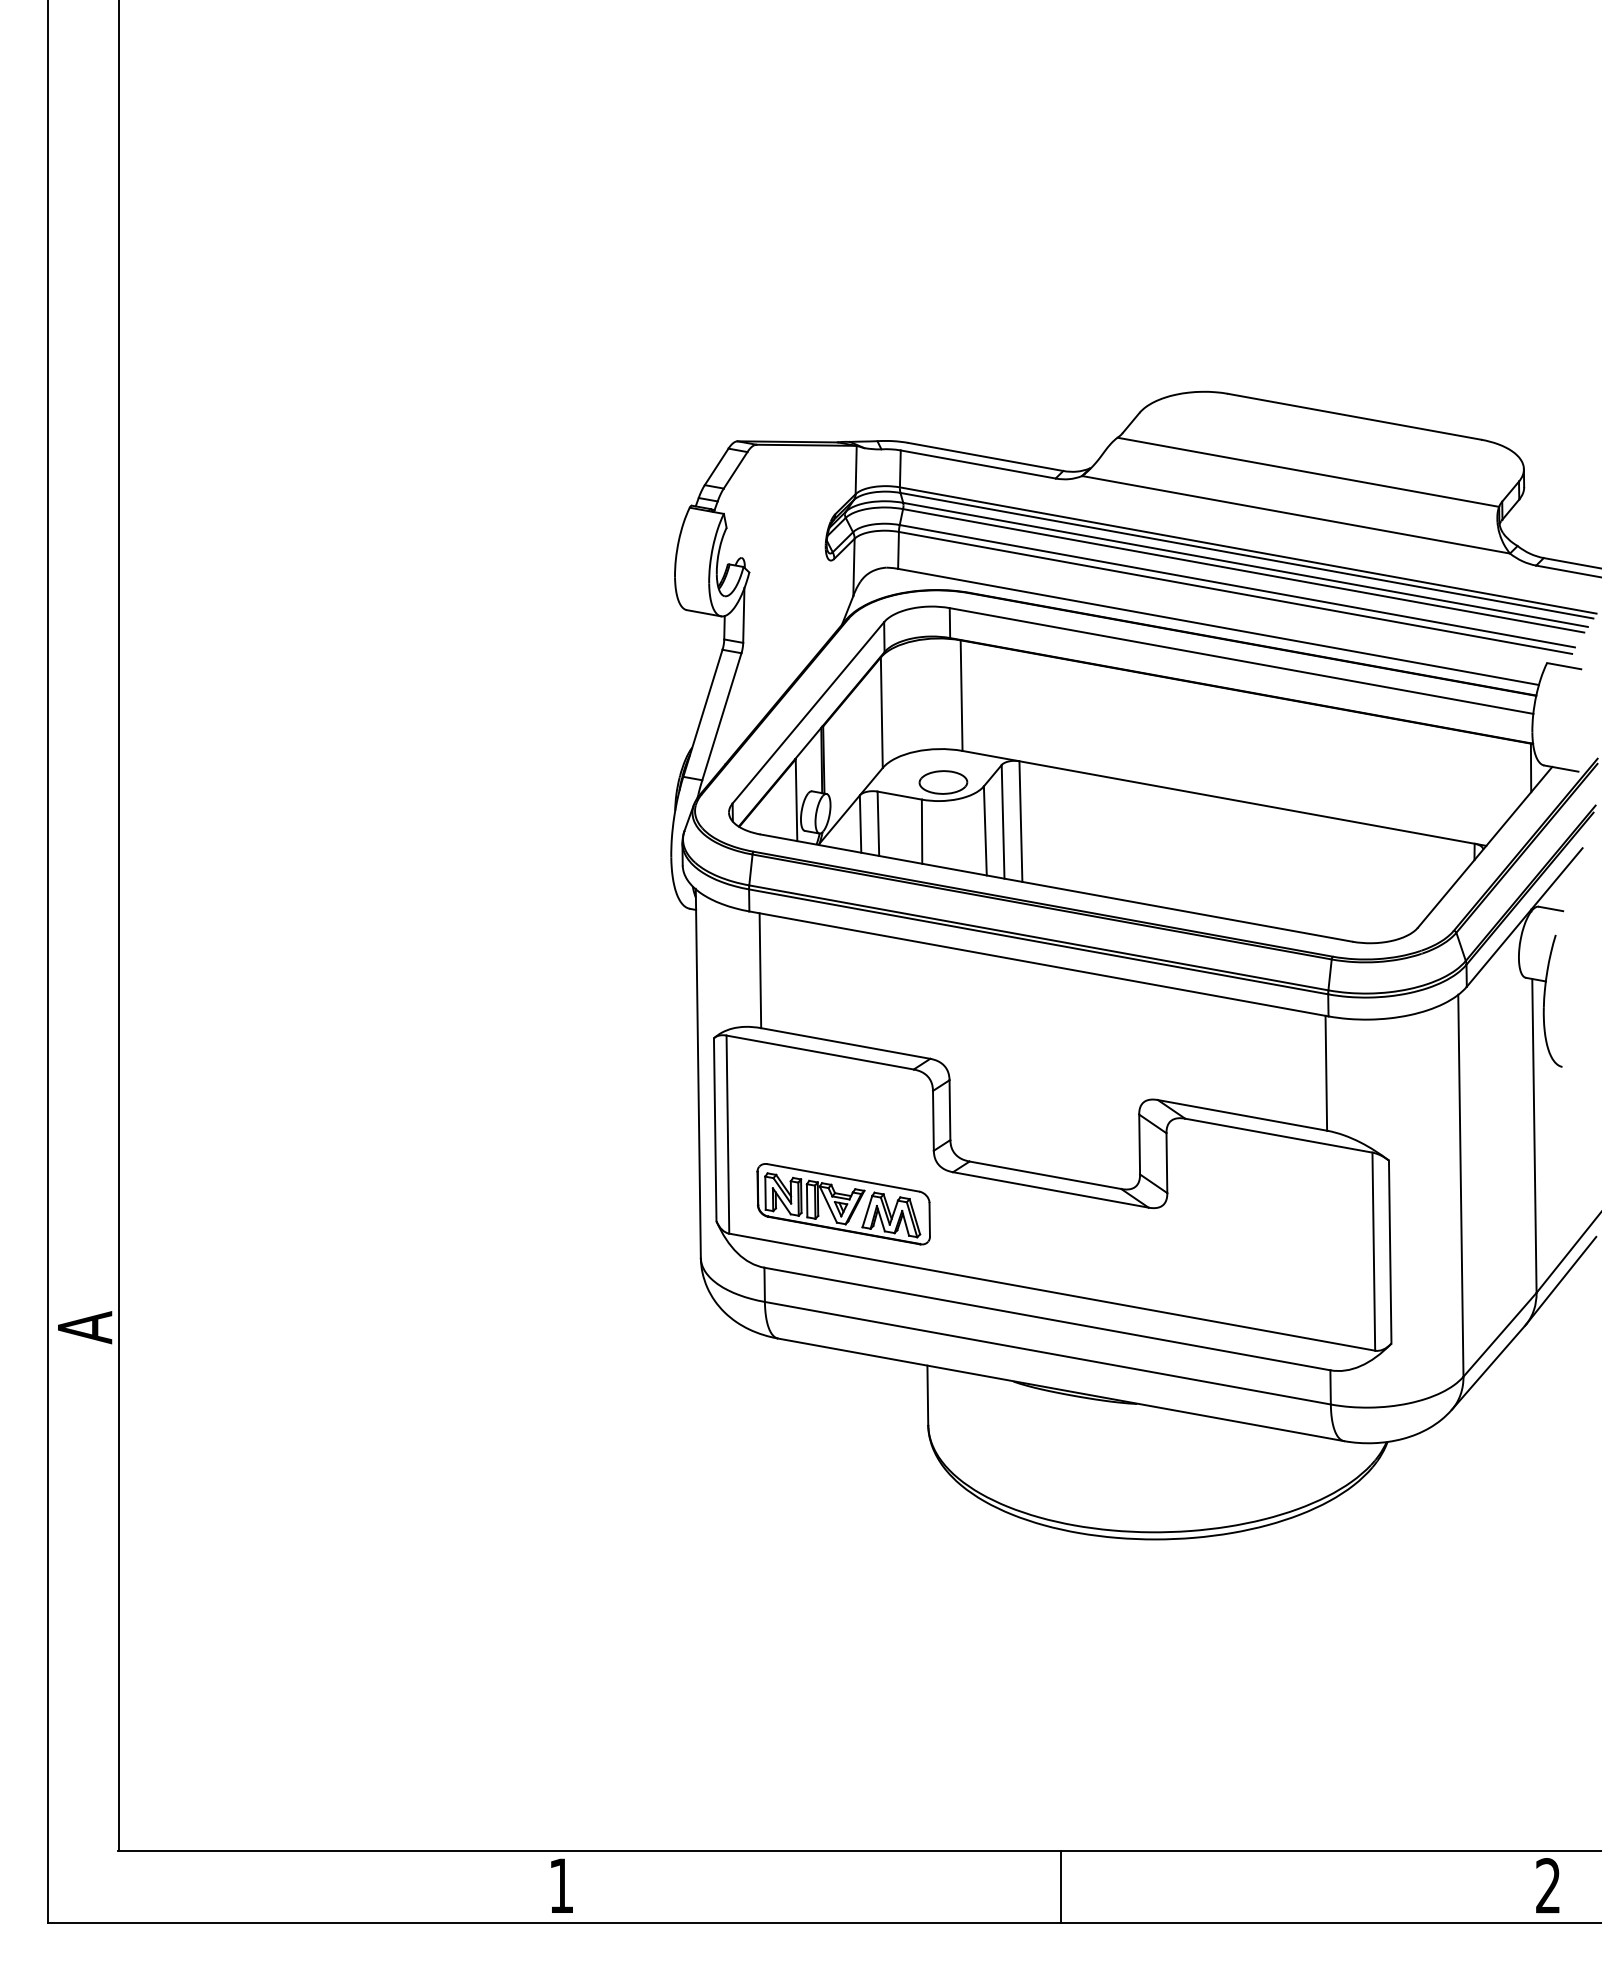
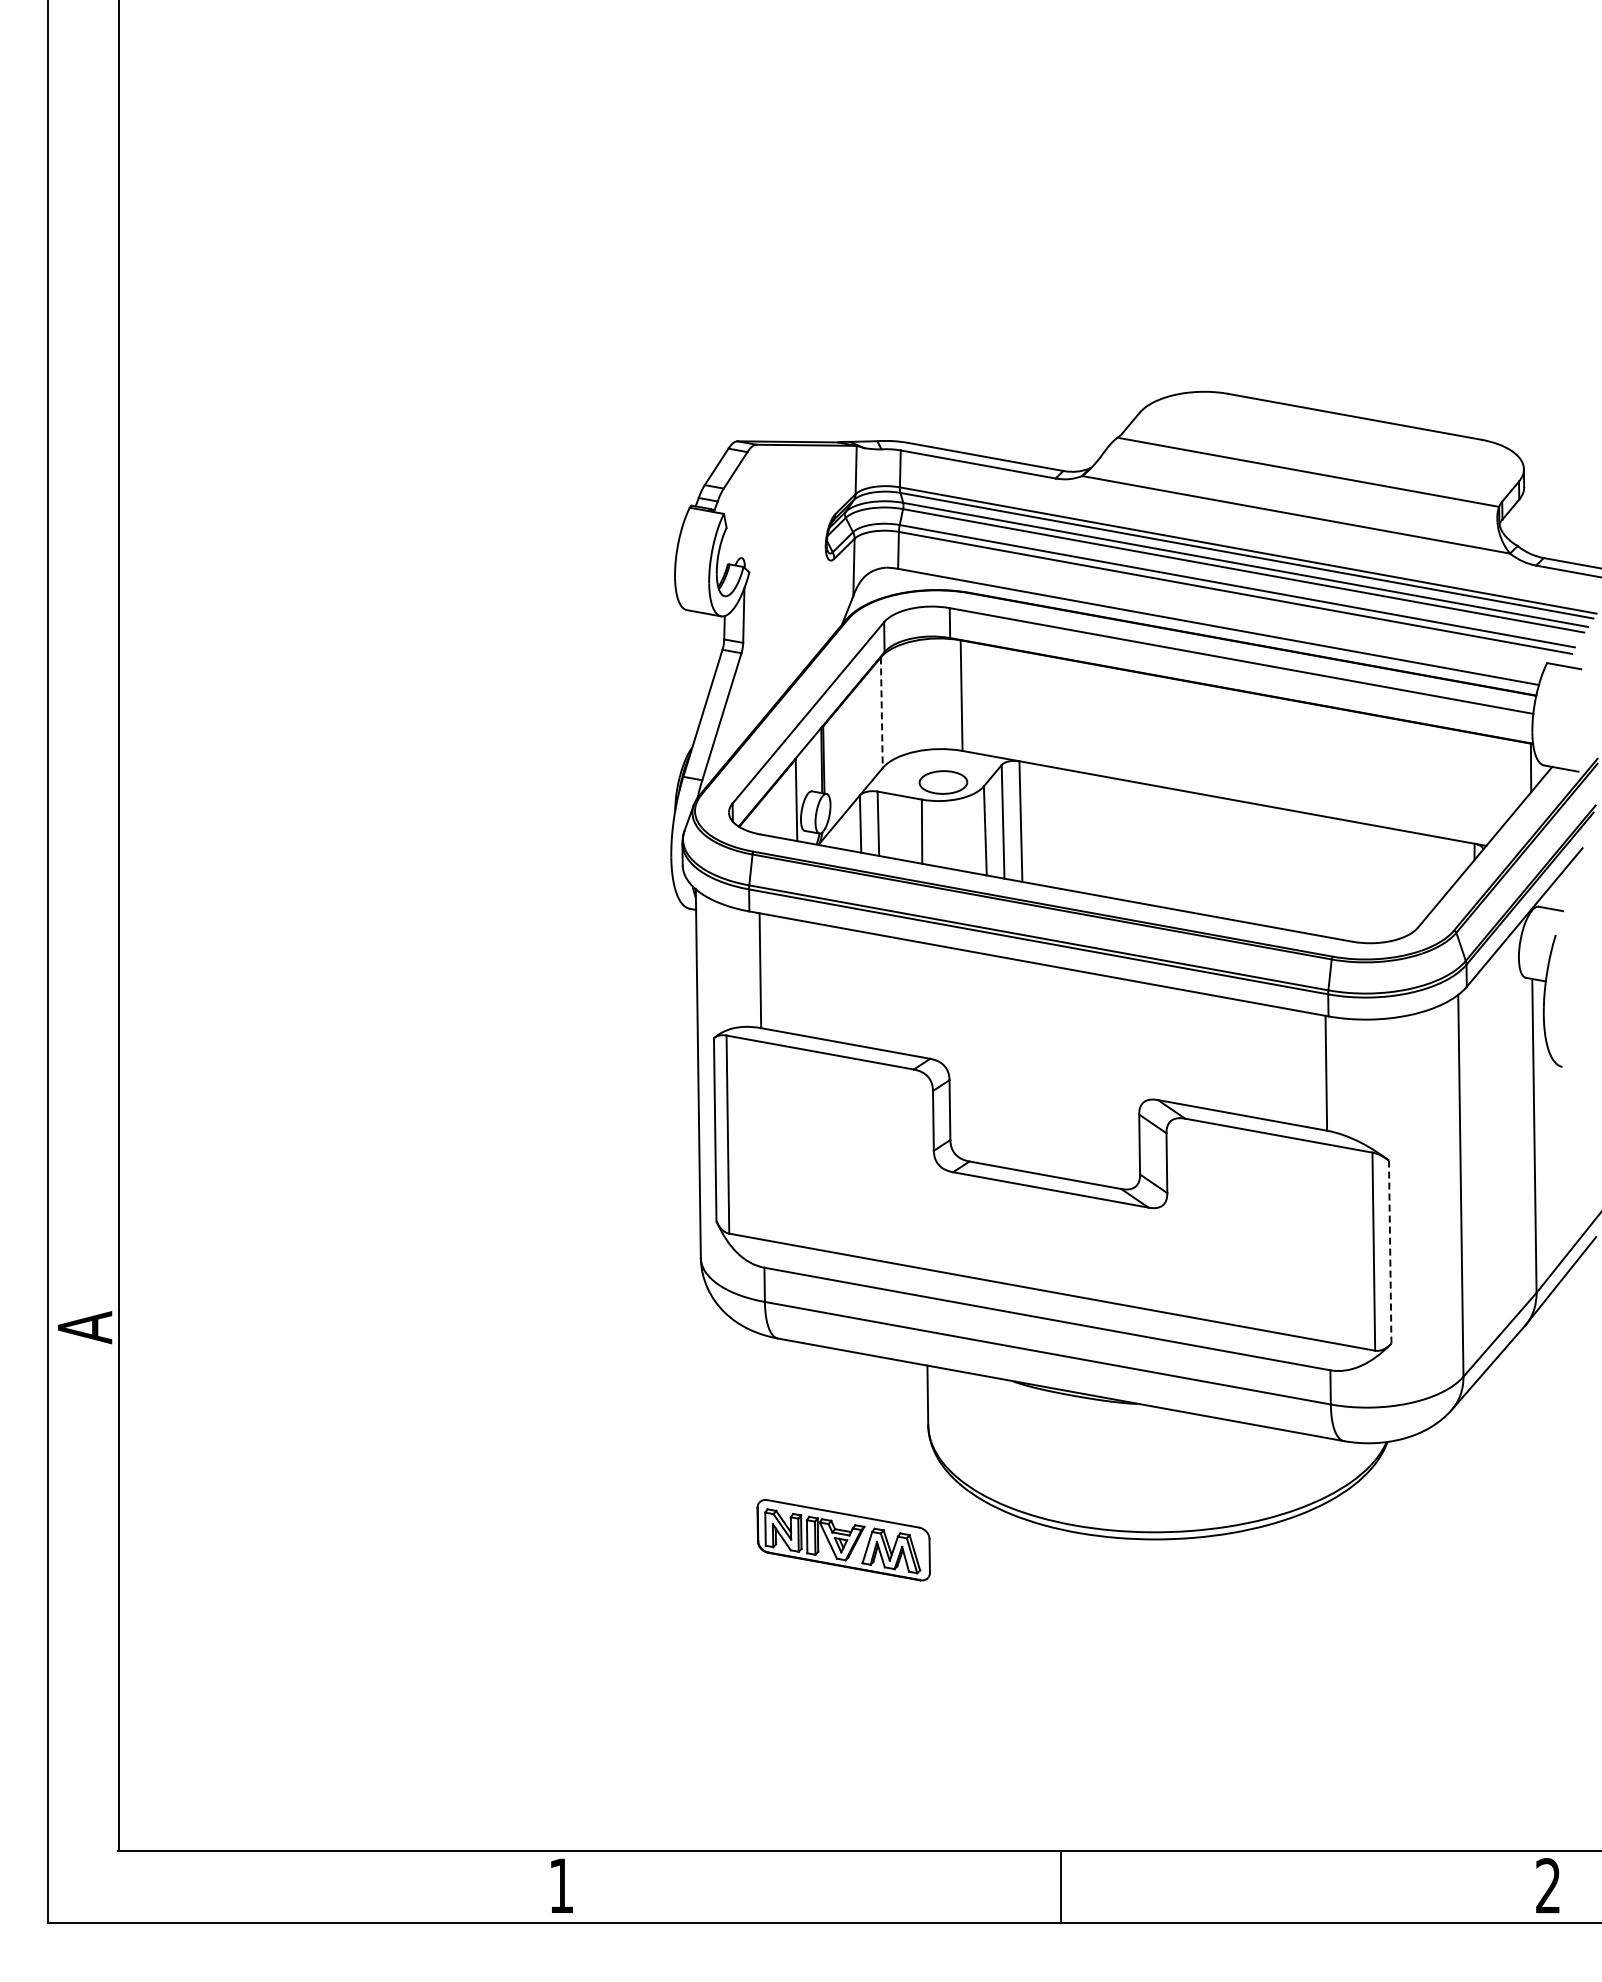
line at (881, 713): solid -> dashed
part at (843, 1204) position: (843, 1204) -> (843, 1540)
line at (1390, 1252): solid -> dashed
